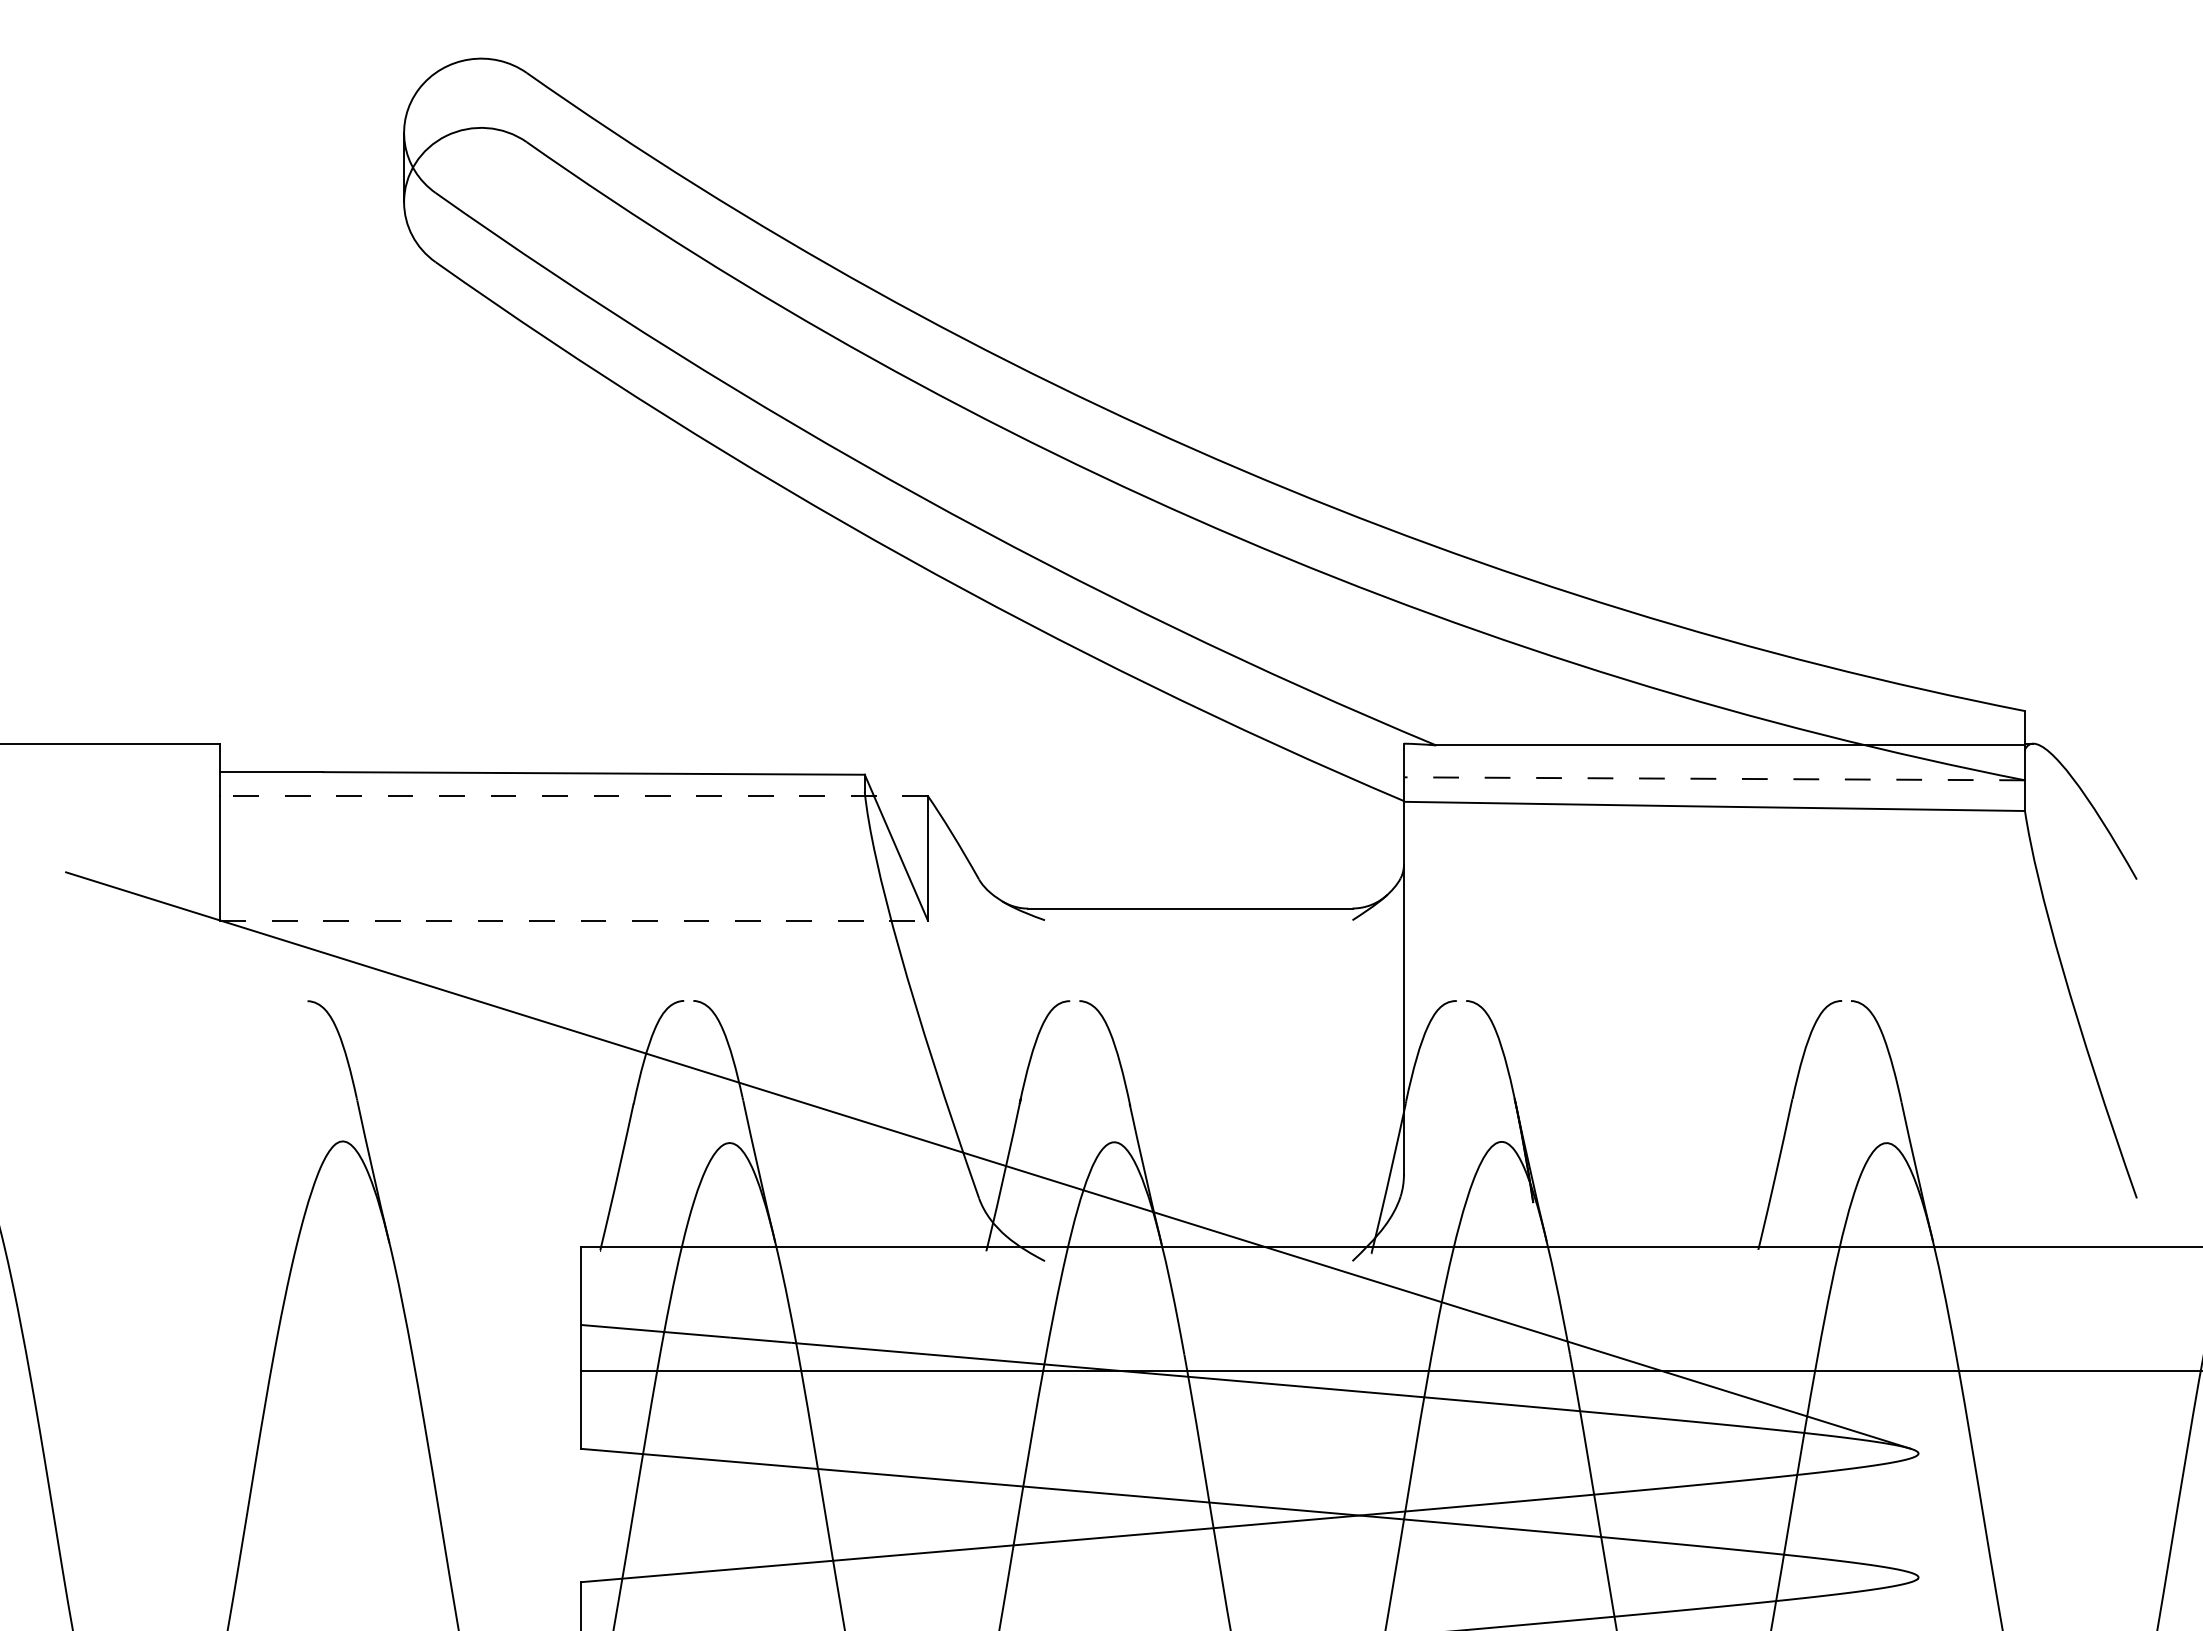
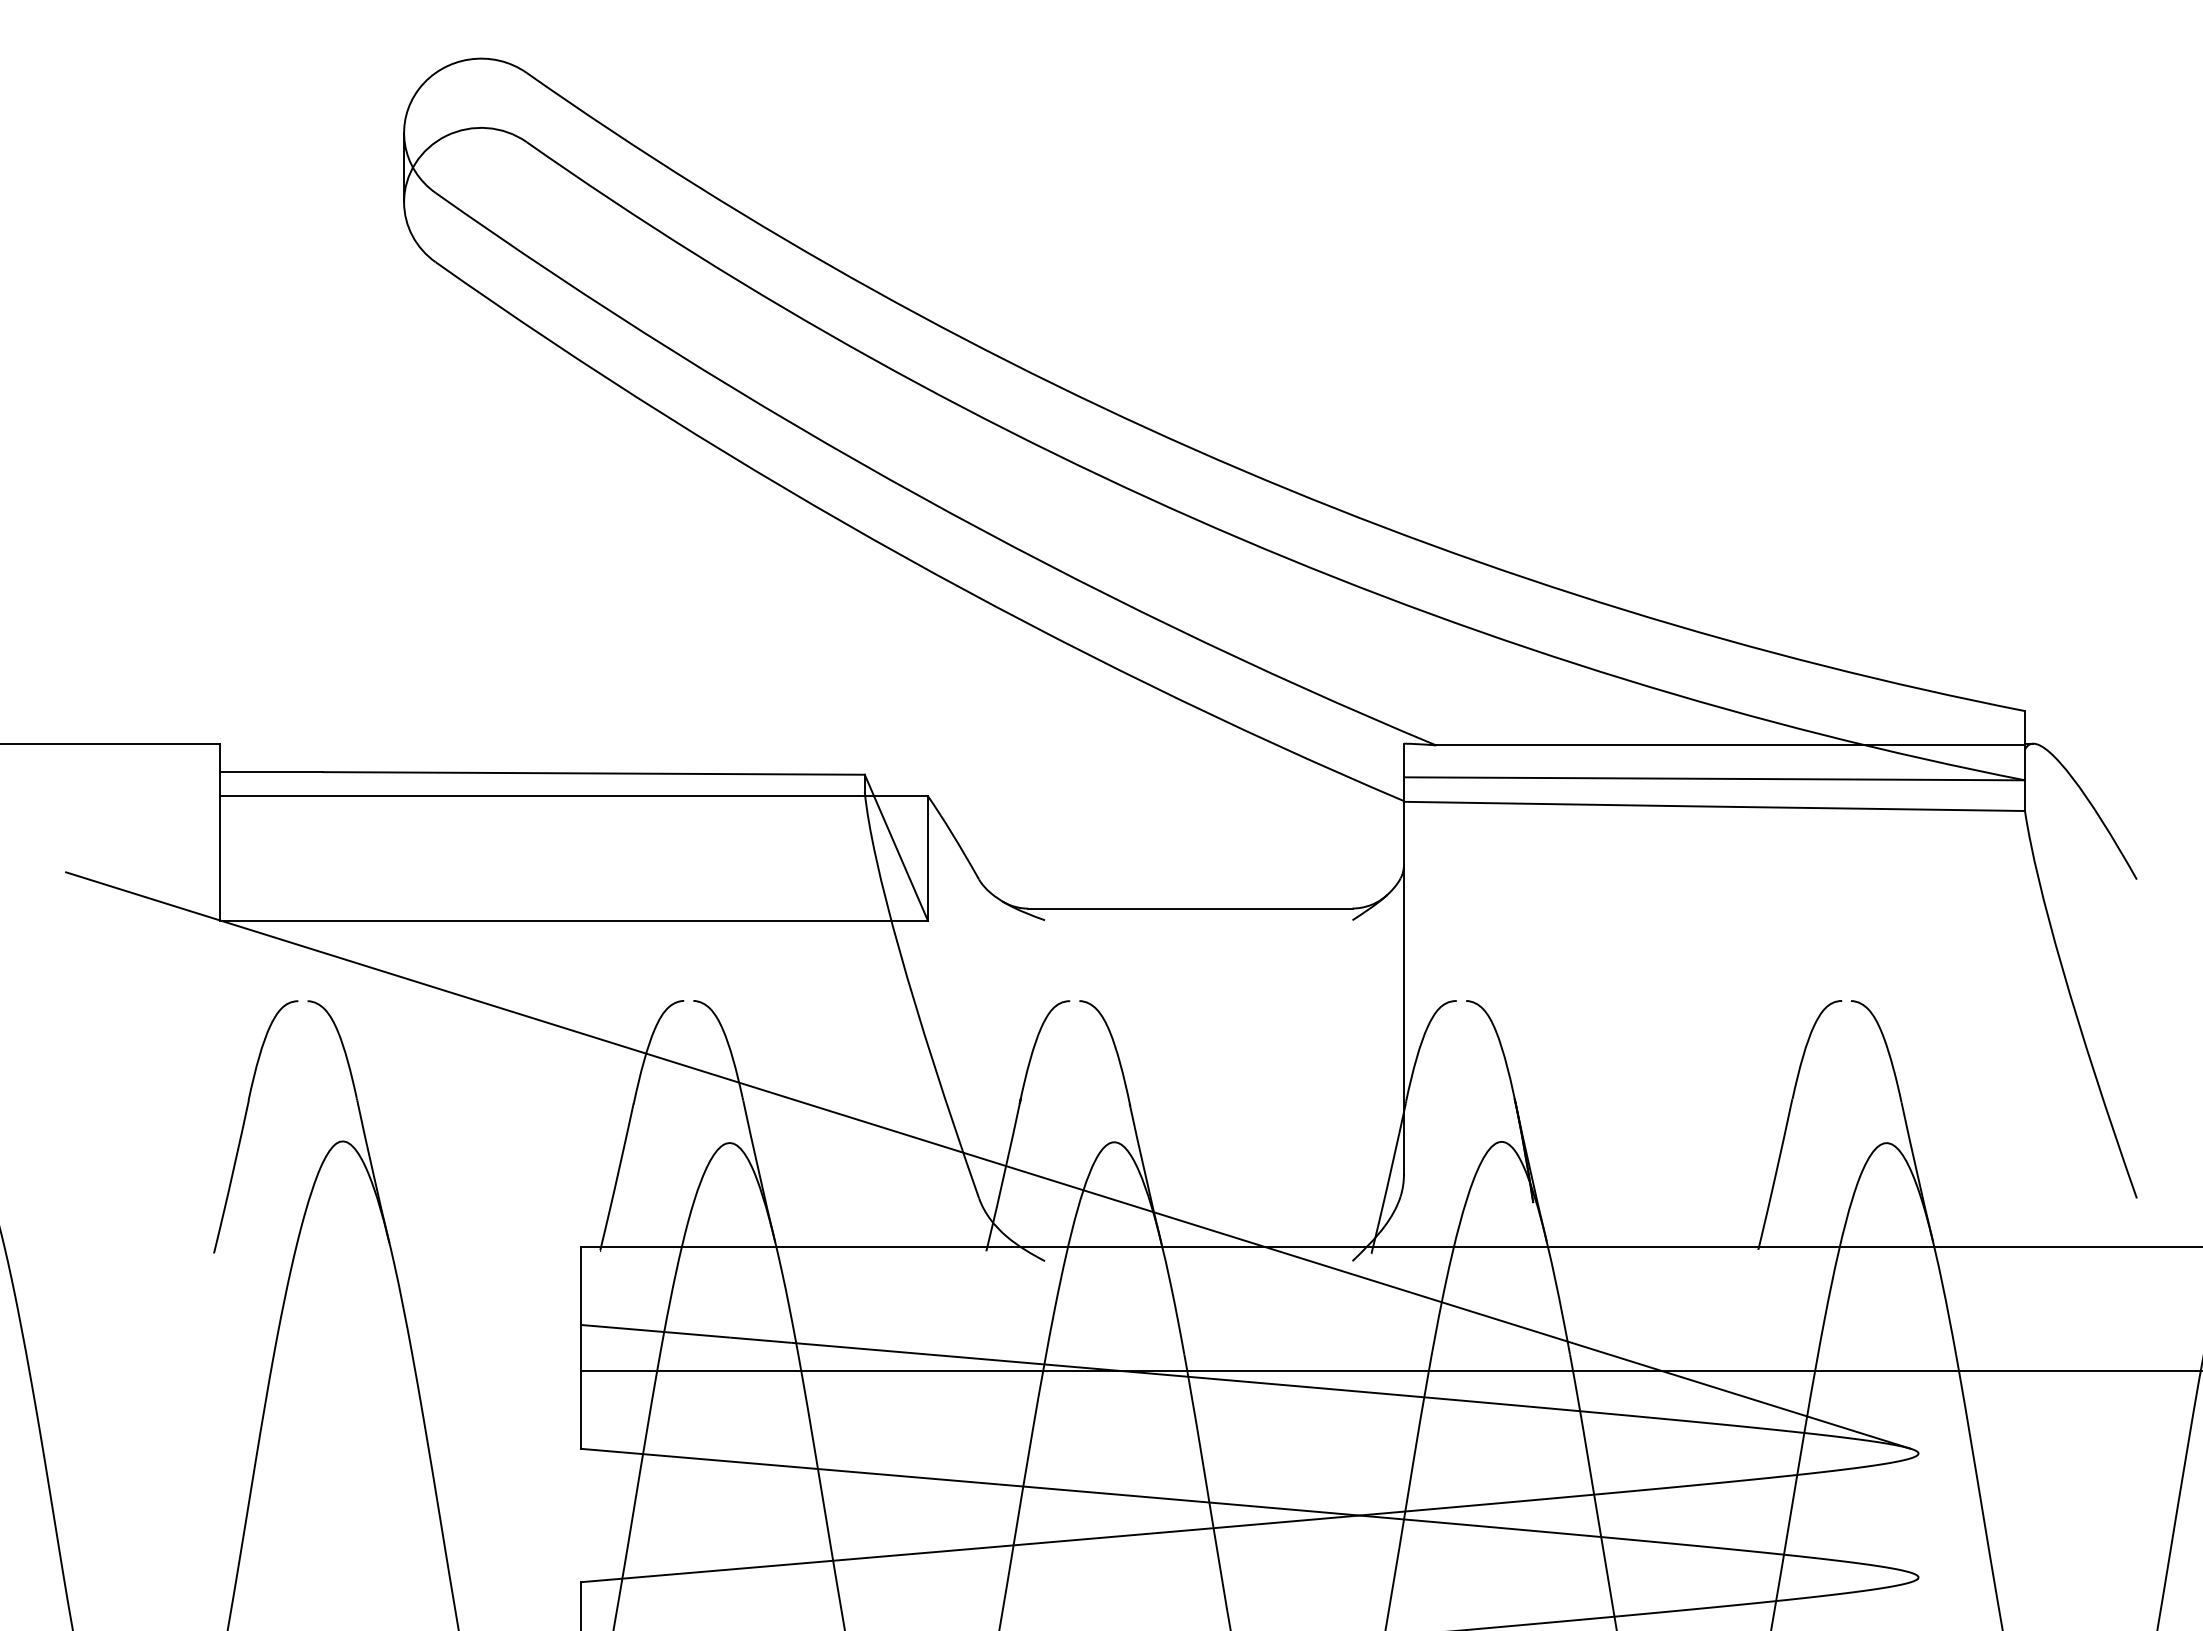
line at (1714, 778): dashed -> solid
line at (574, 796): dashed -> solid
line at (574, 920): dashed -> solid
part at (244, 1126): none -> present
